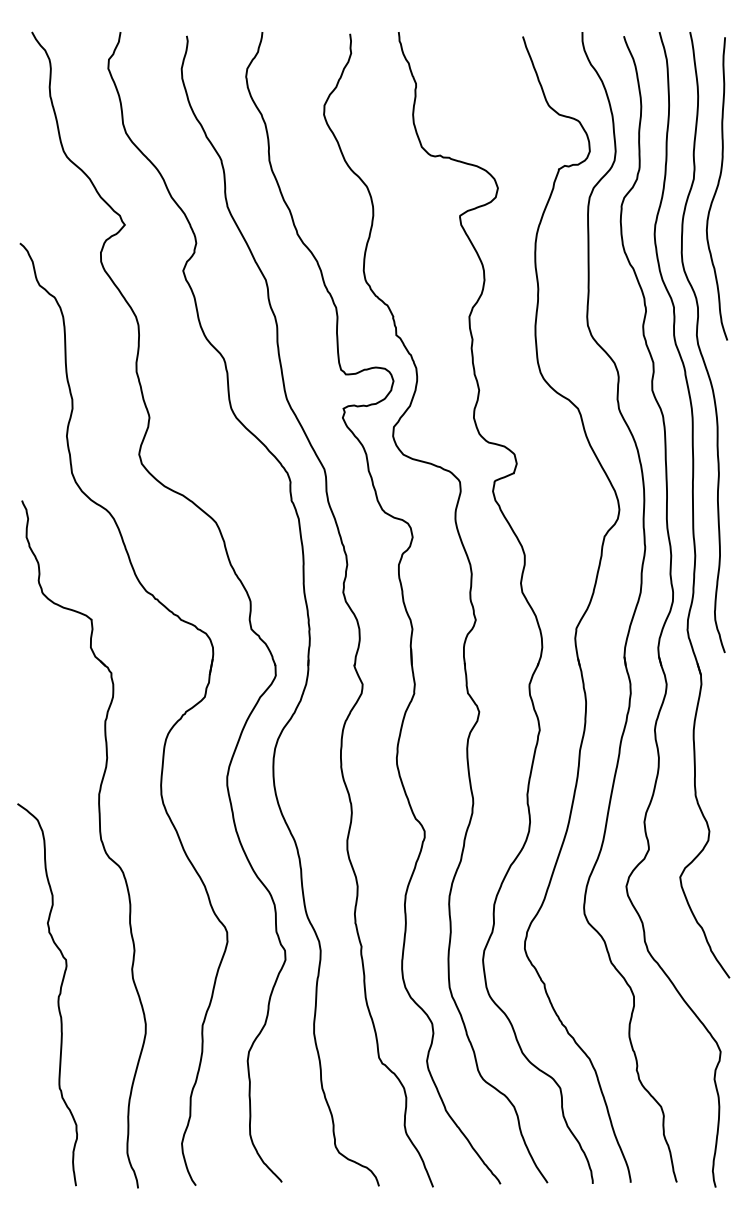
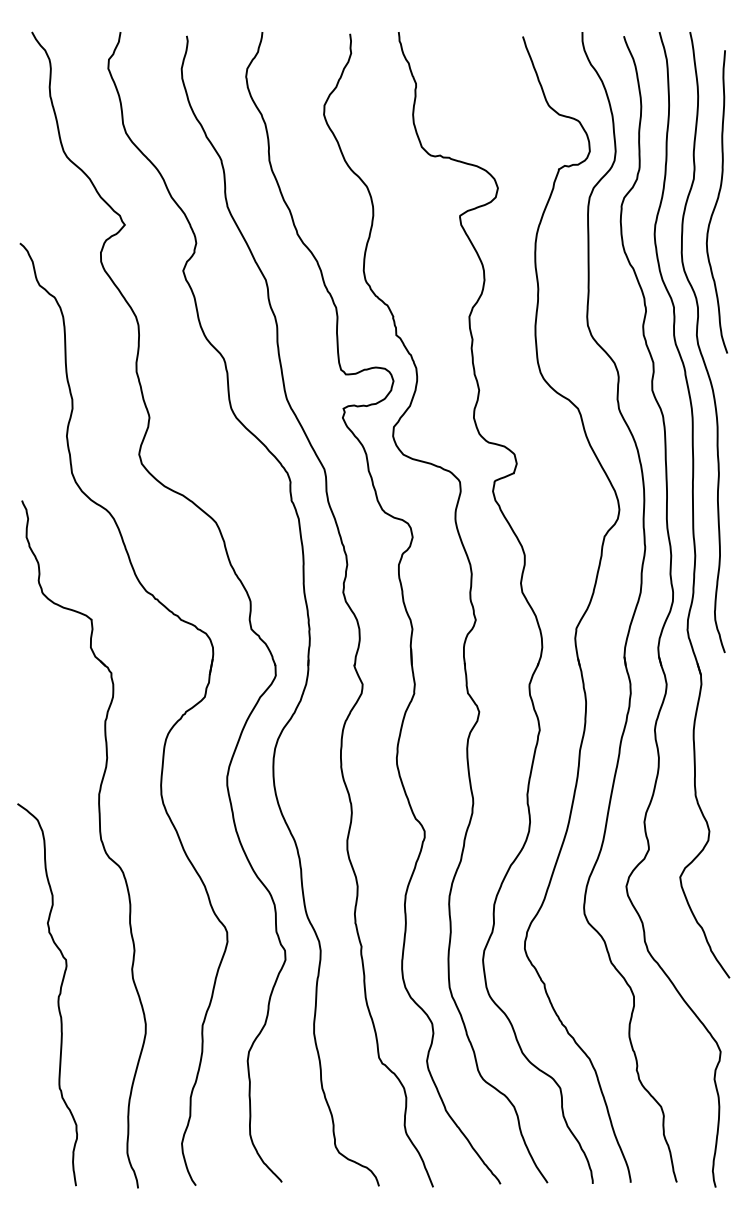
curve at (716, 188) position: (716, 188) -> (716, 201)
